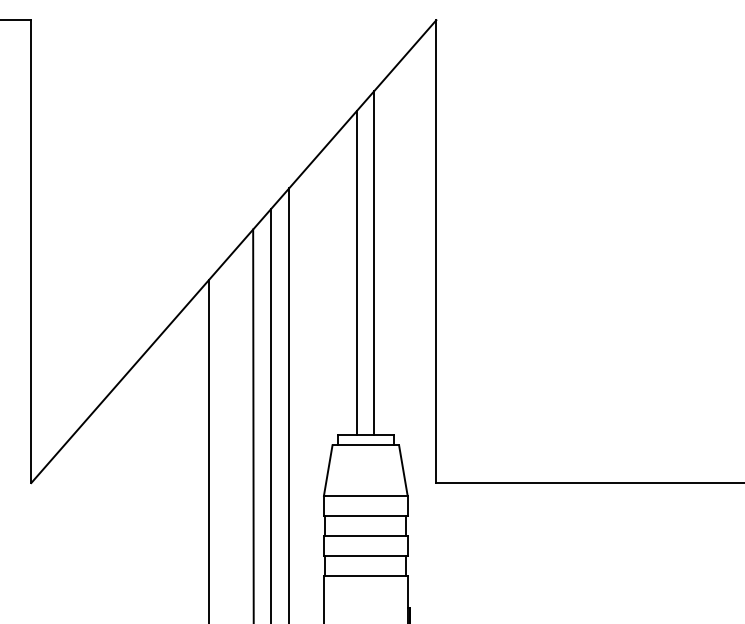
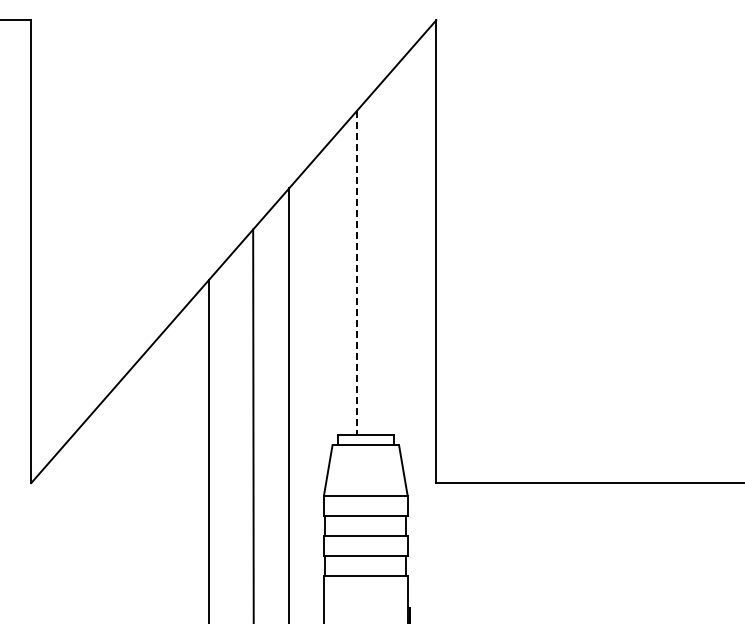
line at (374, 263): present -> none
line at (357, 273): solid -> dashed
line at (271, 414): present -> none
